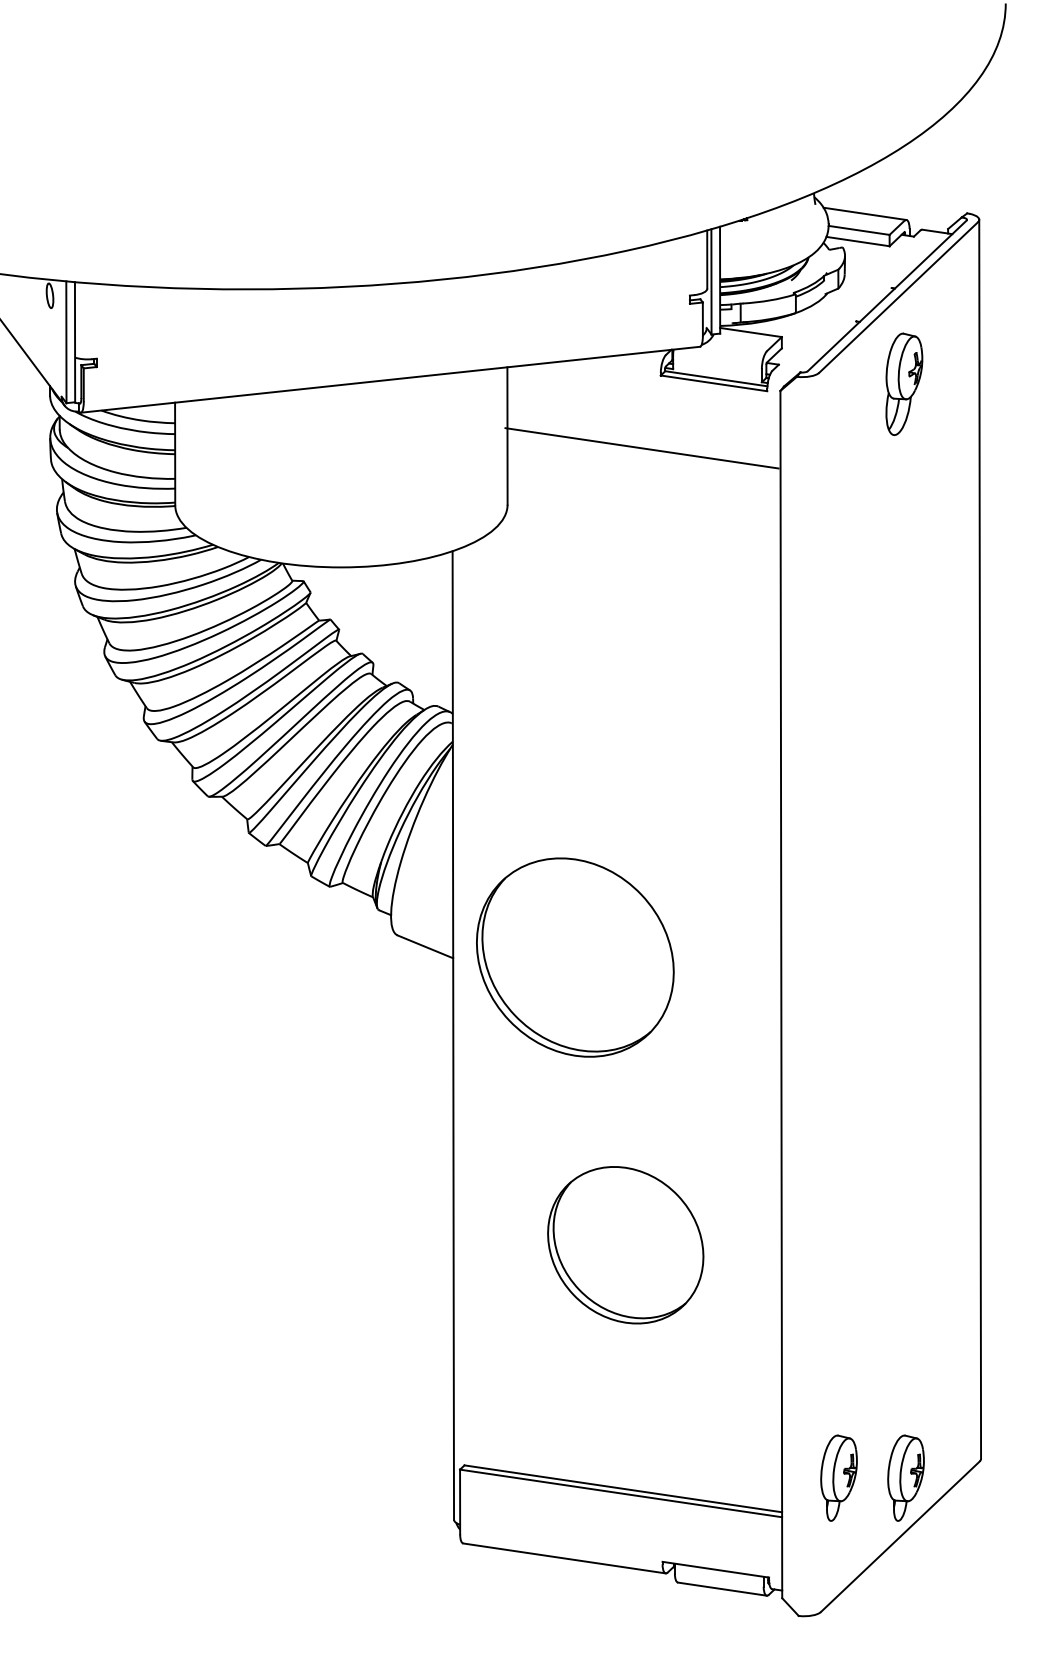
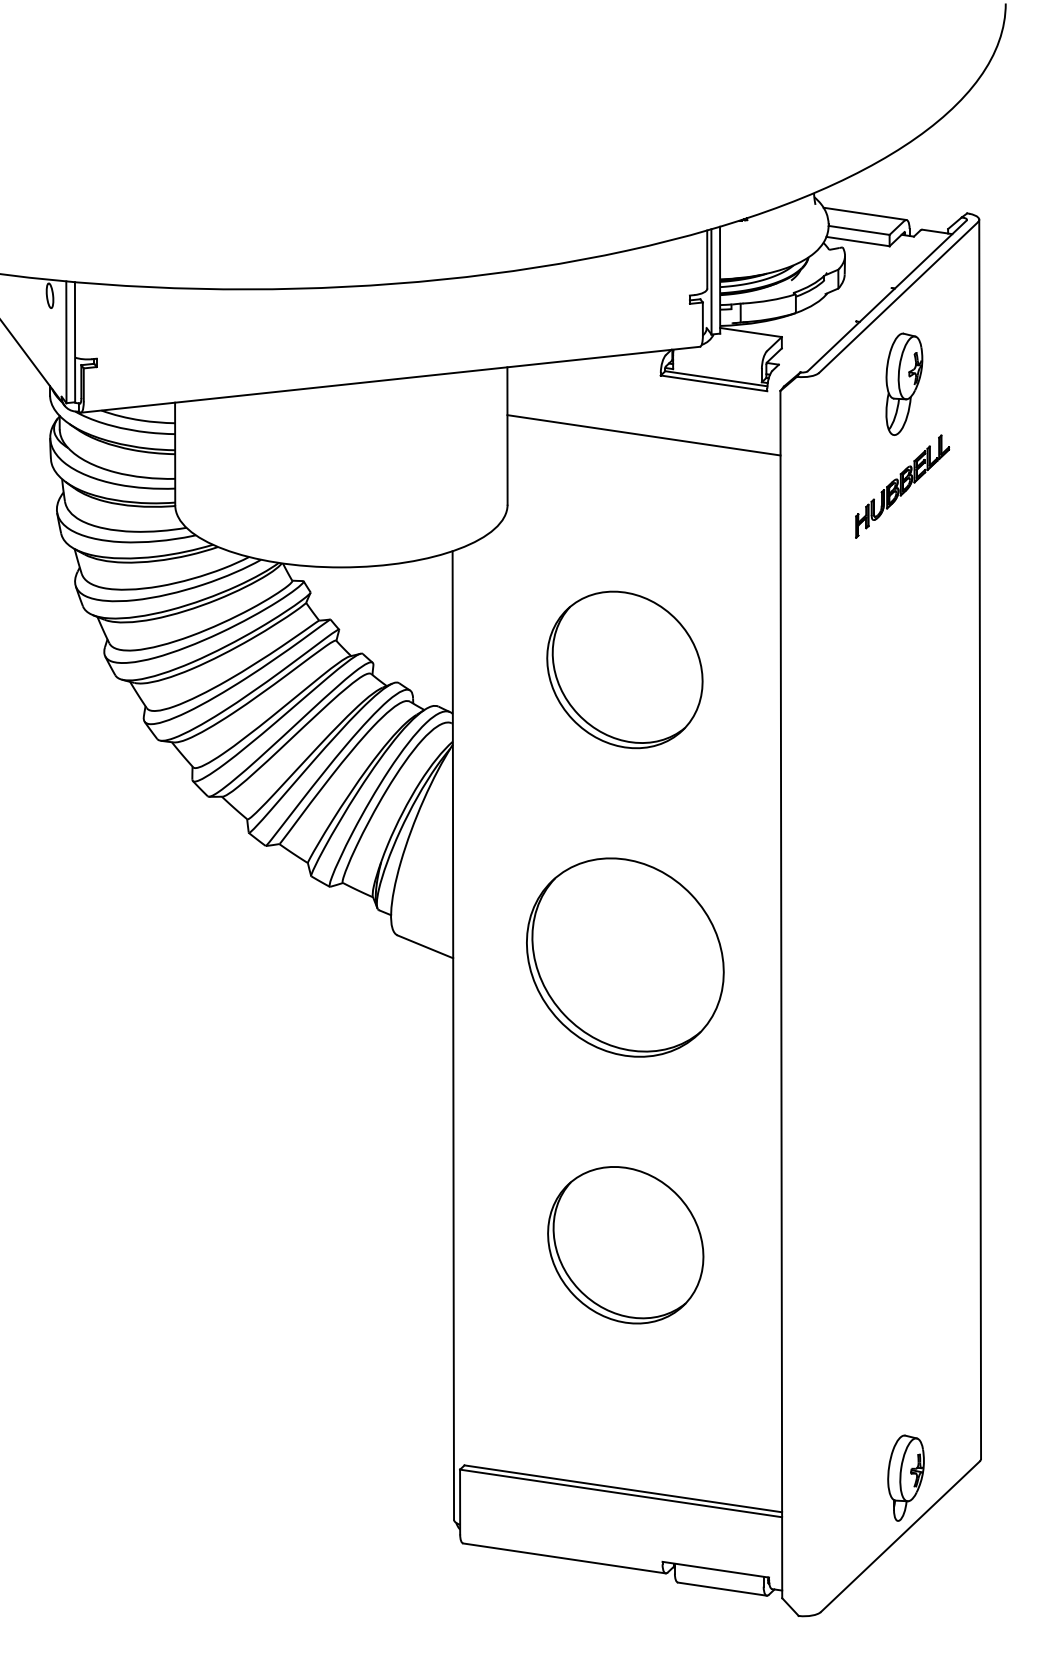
line at (641, 448) position: (641, 448) -> (643, 435)
part at (902, 486): none -> present
part at (624, 669): none -> present
part at (575, 957) position: (575, 957) -> (625, 957)
part at (838, 1477): present -> none
